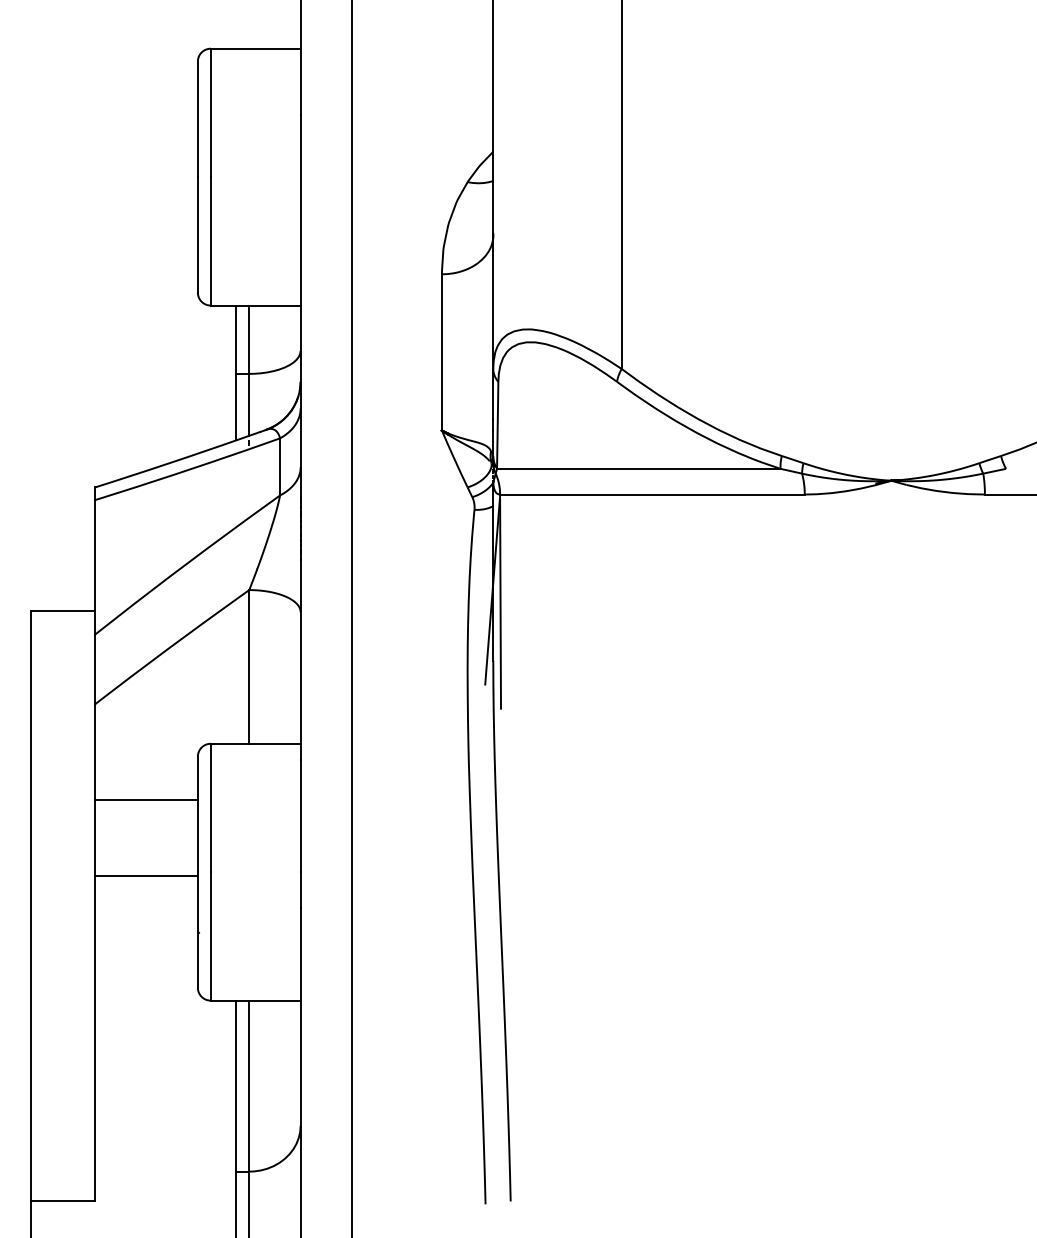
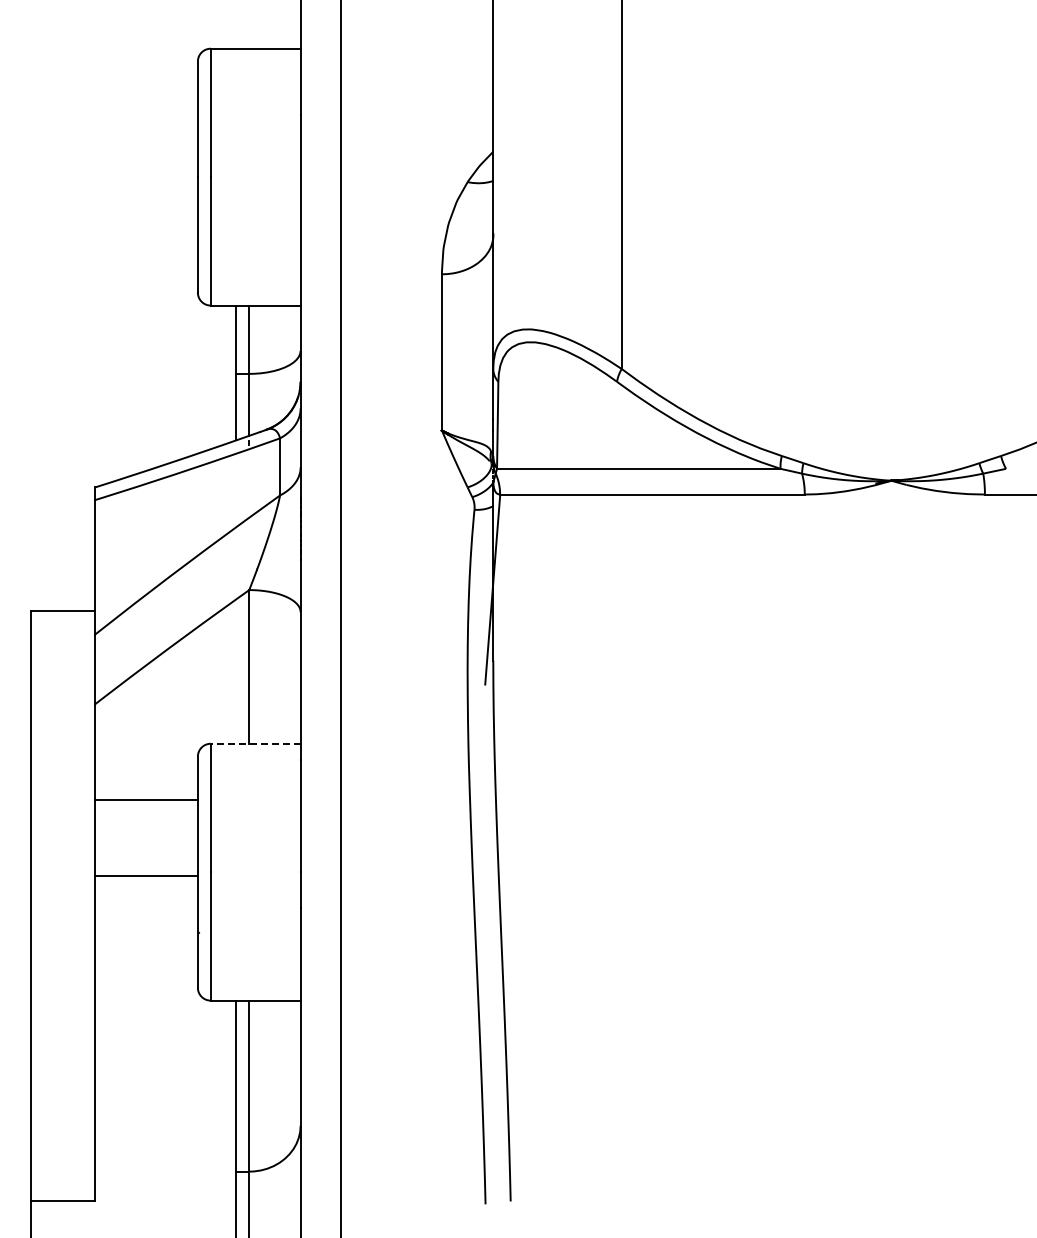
line at (500, 603): present -> none
line at (352, 618) position: (352, 618) -> (341, 618)
line at (255, 743): solid -> dashed
